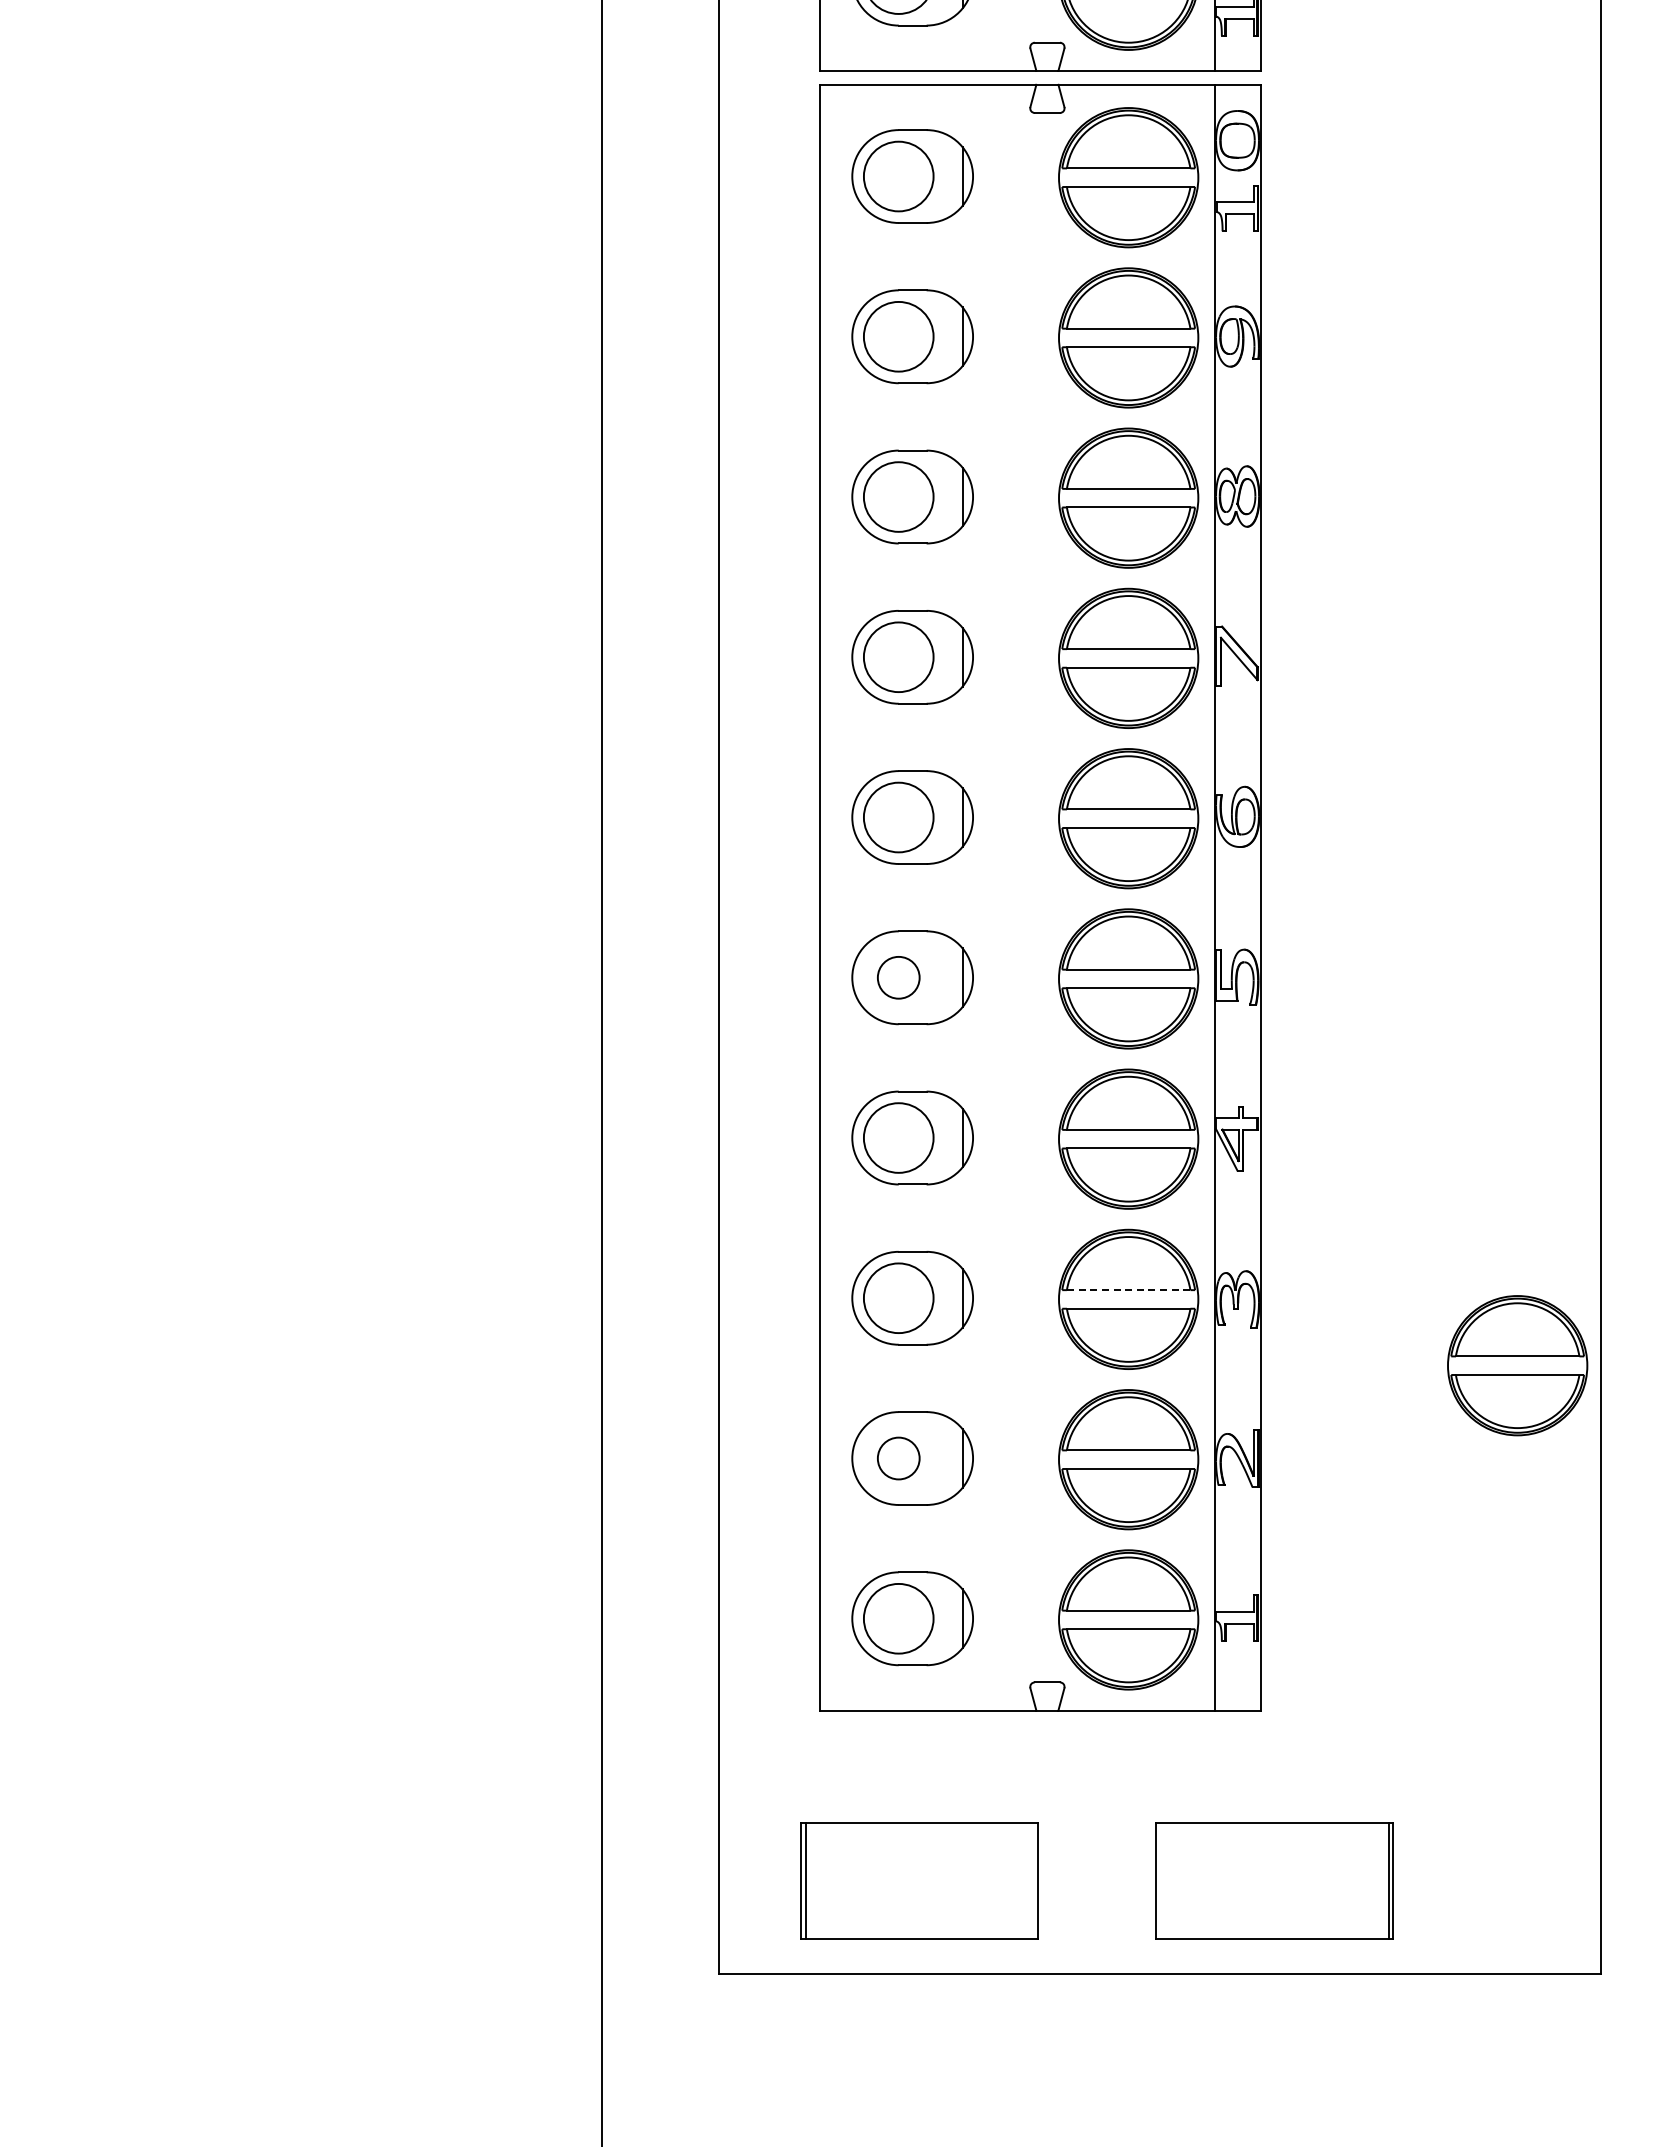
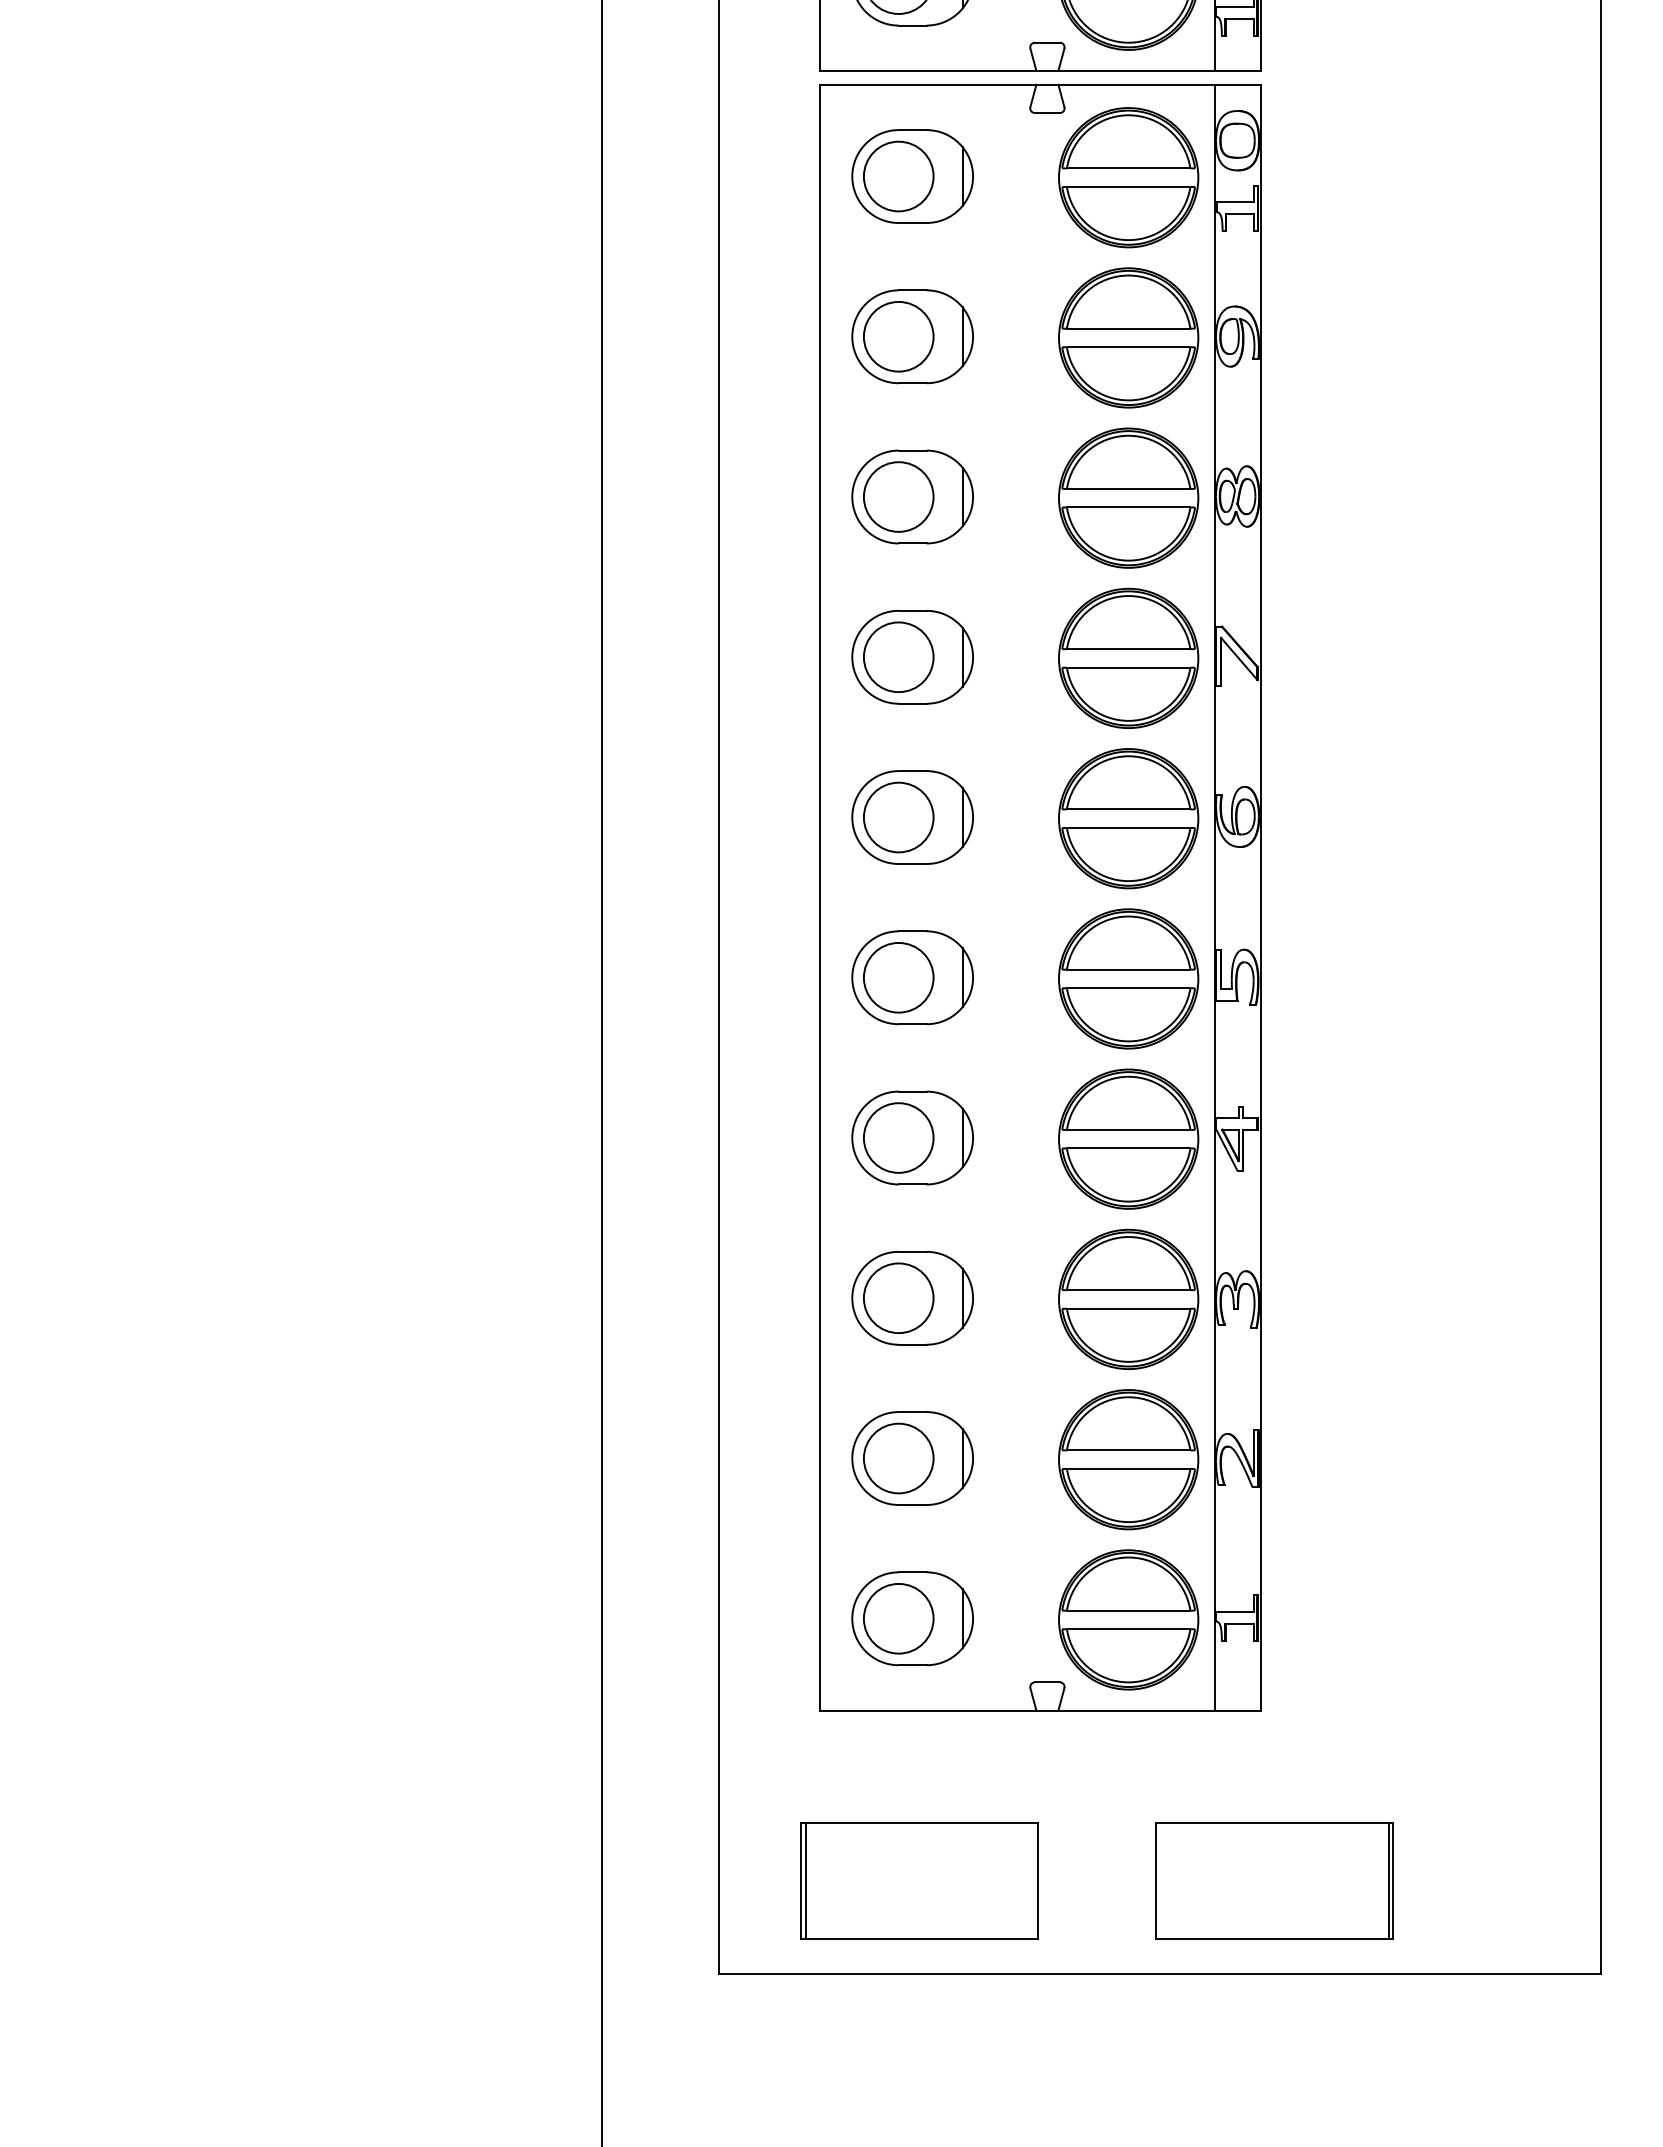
circle at (898, 977) diameter: 42 px -> 70 px
line at (1128, 1290): dashed -> solid
part at (1517, 1365): present -> none
circle at (898, 1458) diameter: 42 px -> 70 px
